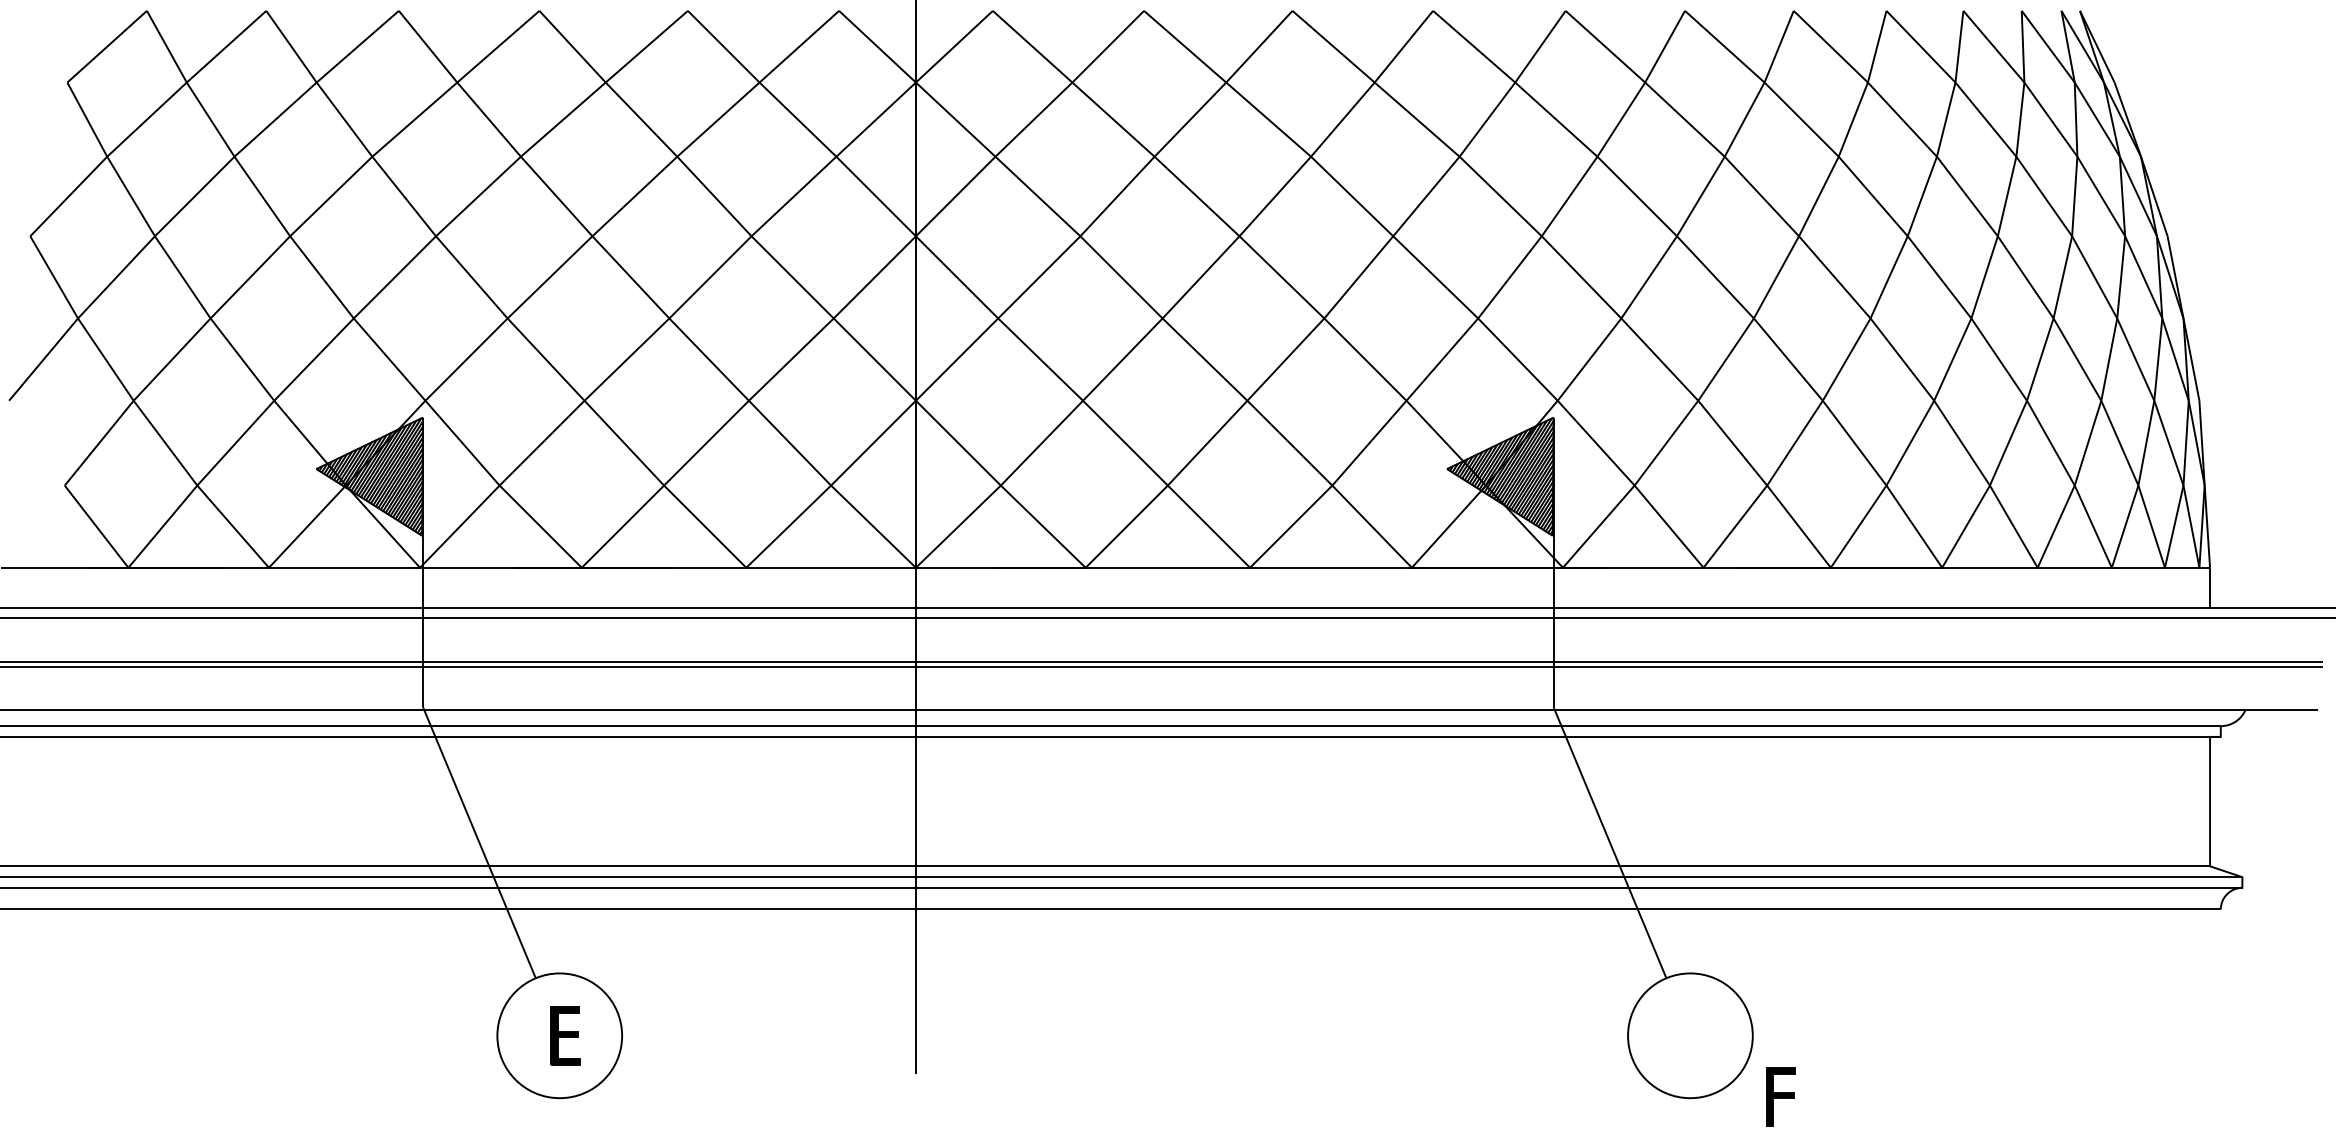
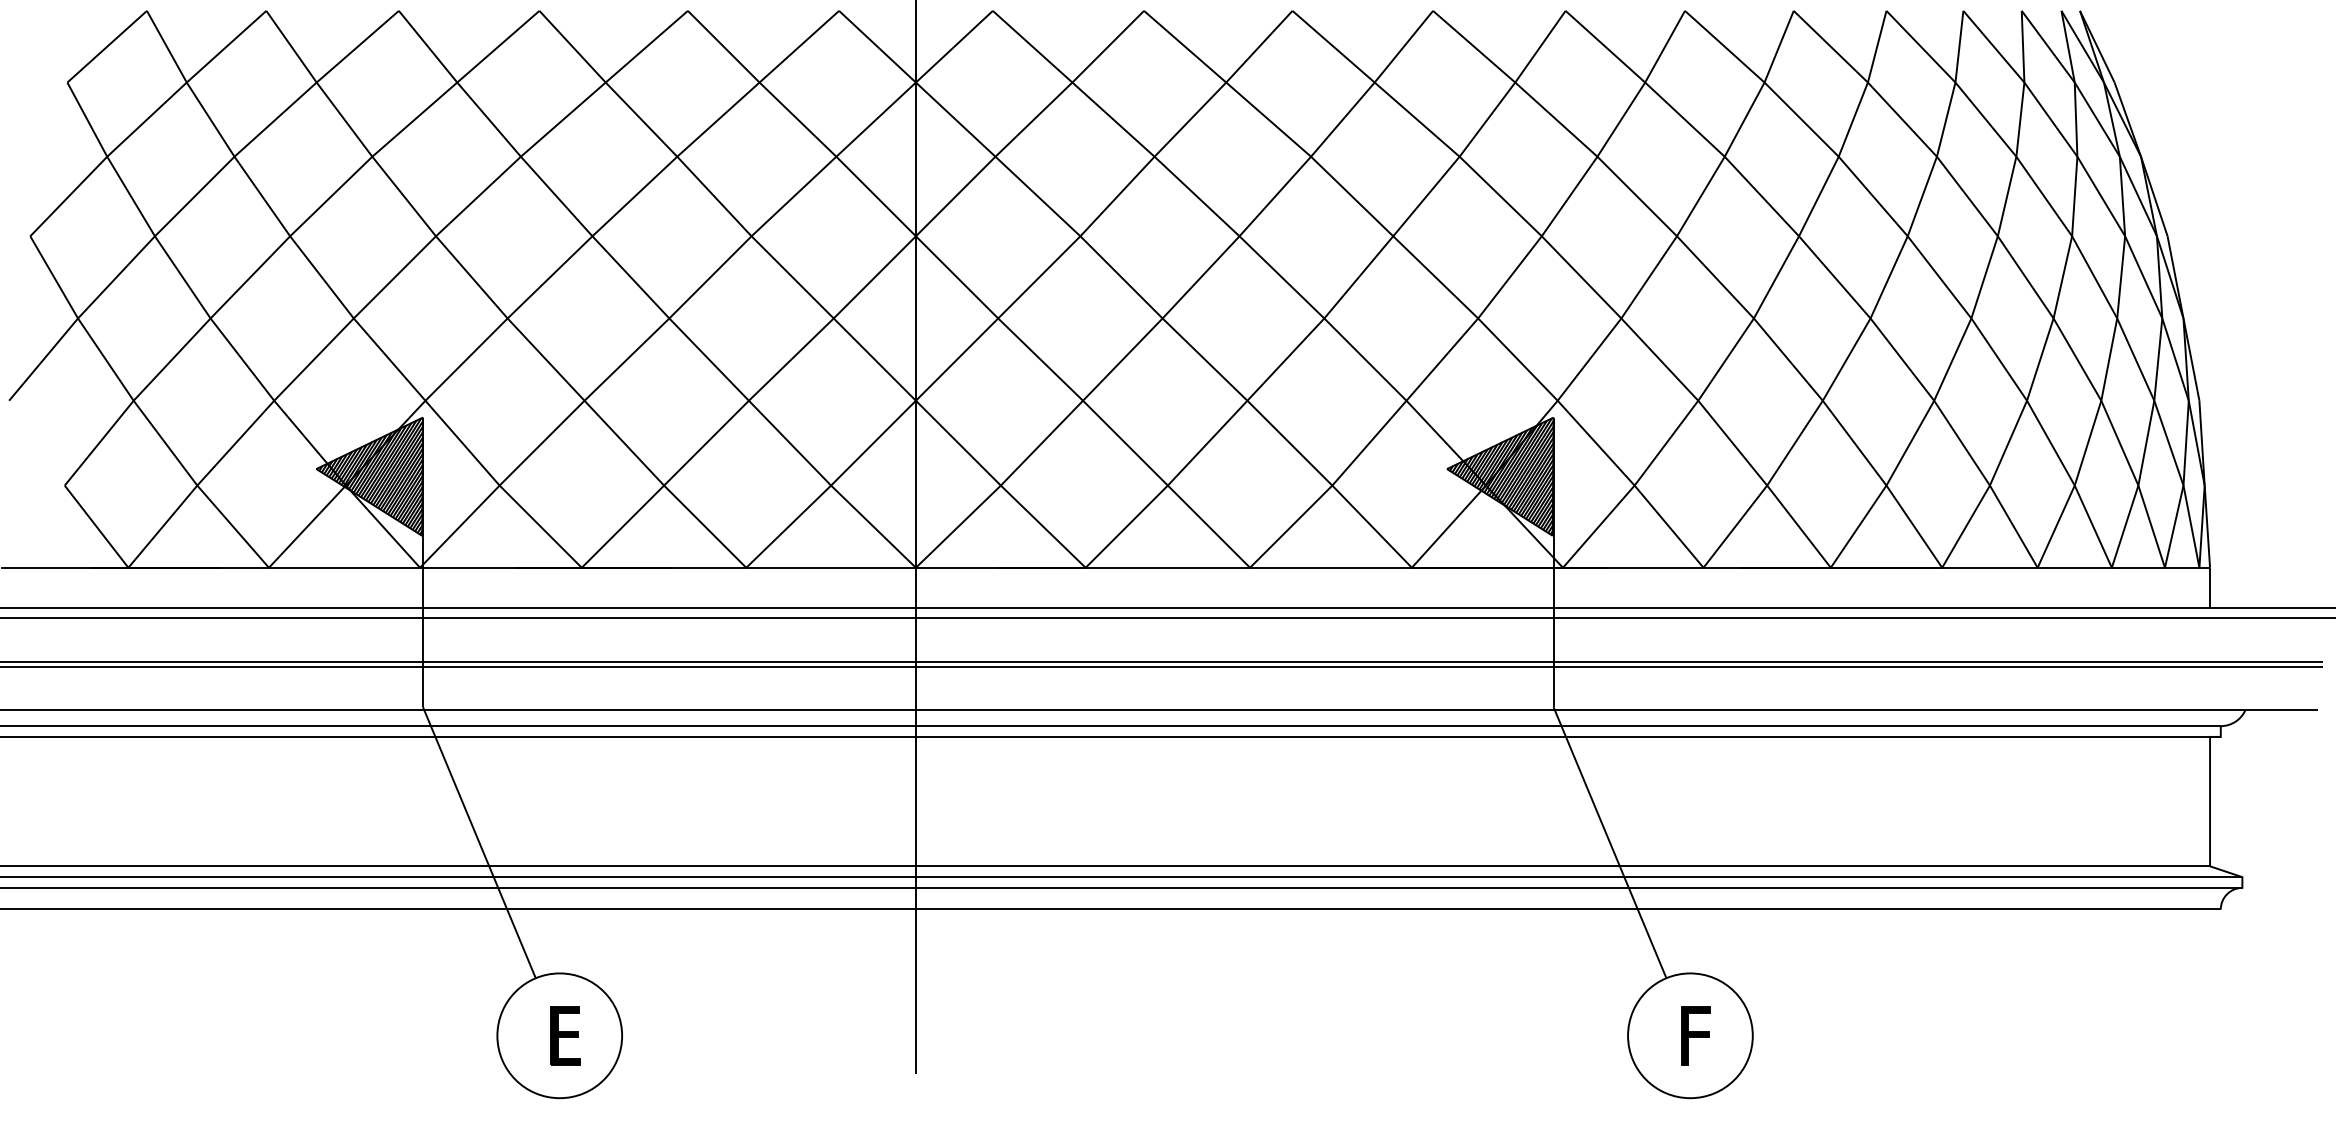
part at (1780, 1096) position: (1780, 1096) -> (1695, 1035)
